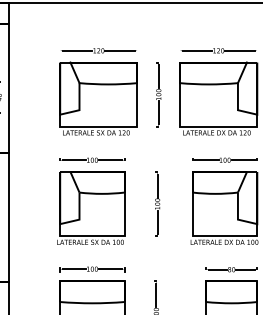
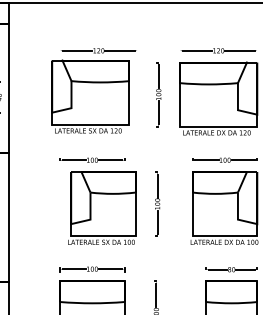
part at (98, 98) position: (98, 98) -> (90, 96)
part at (91, 207) position: (91, 207) -> (102, 207)
